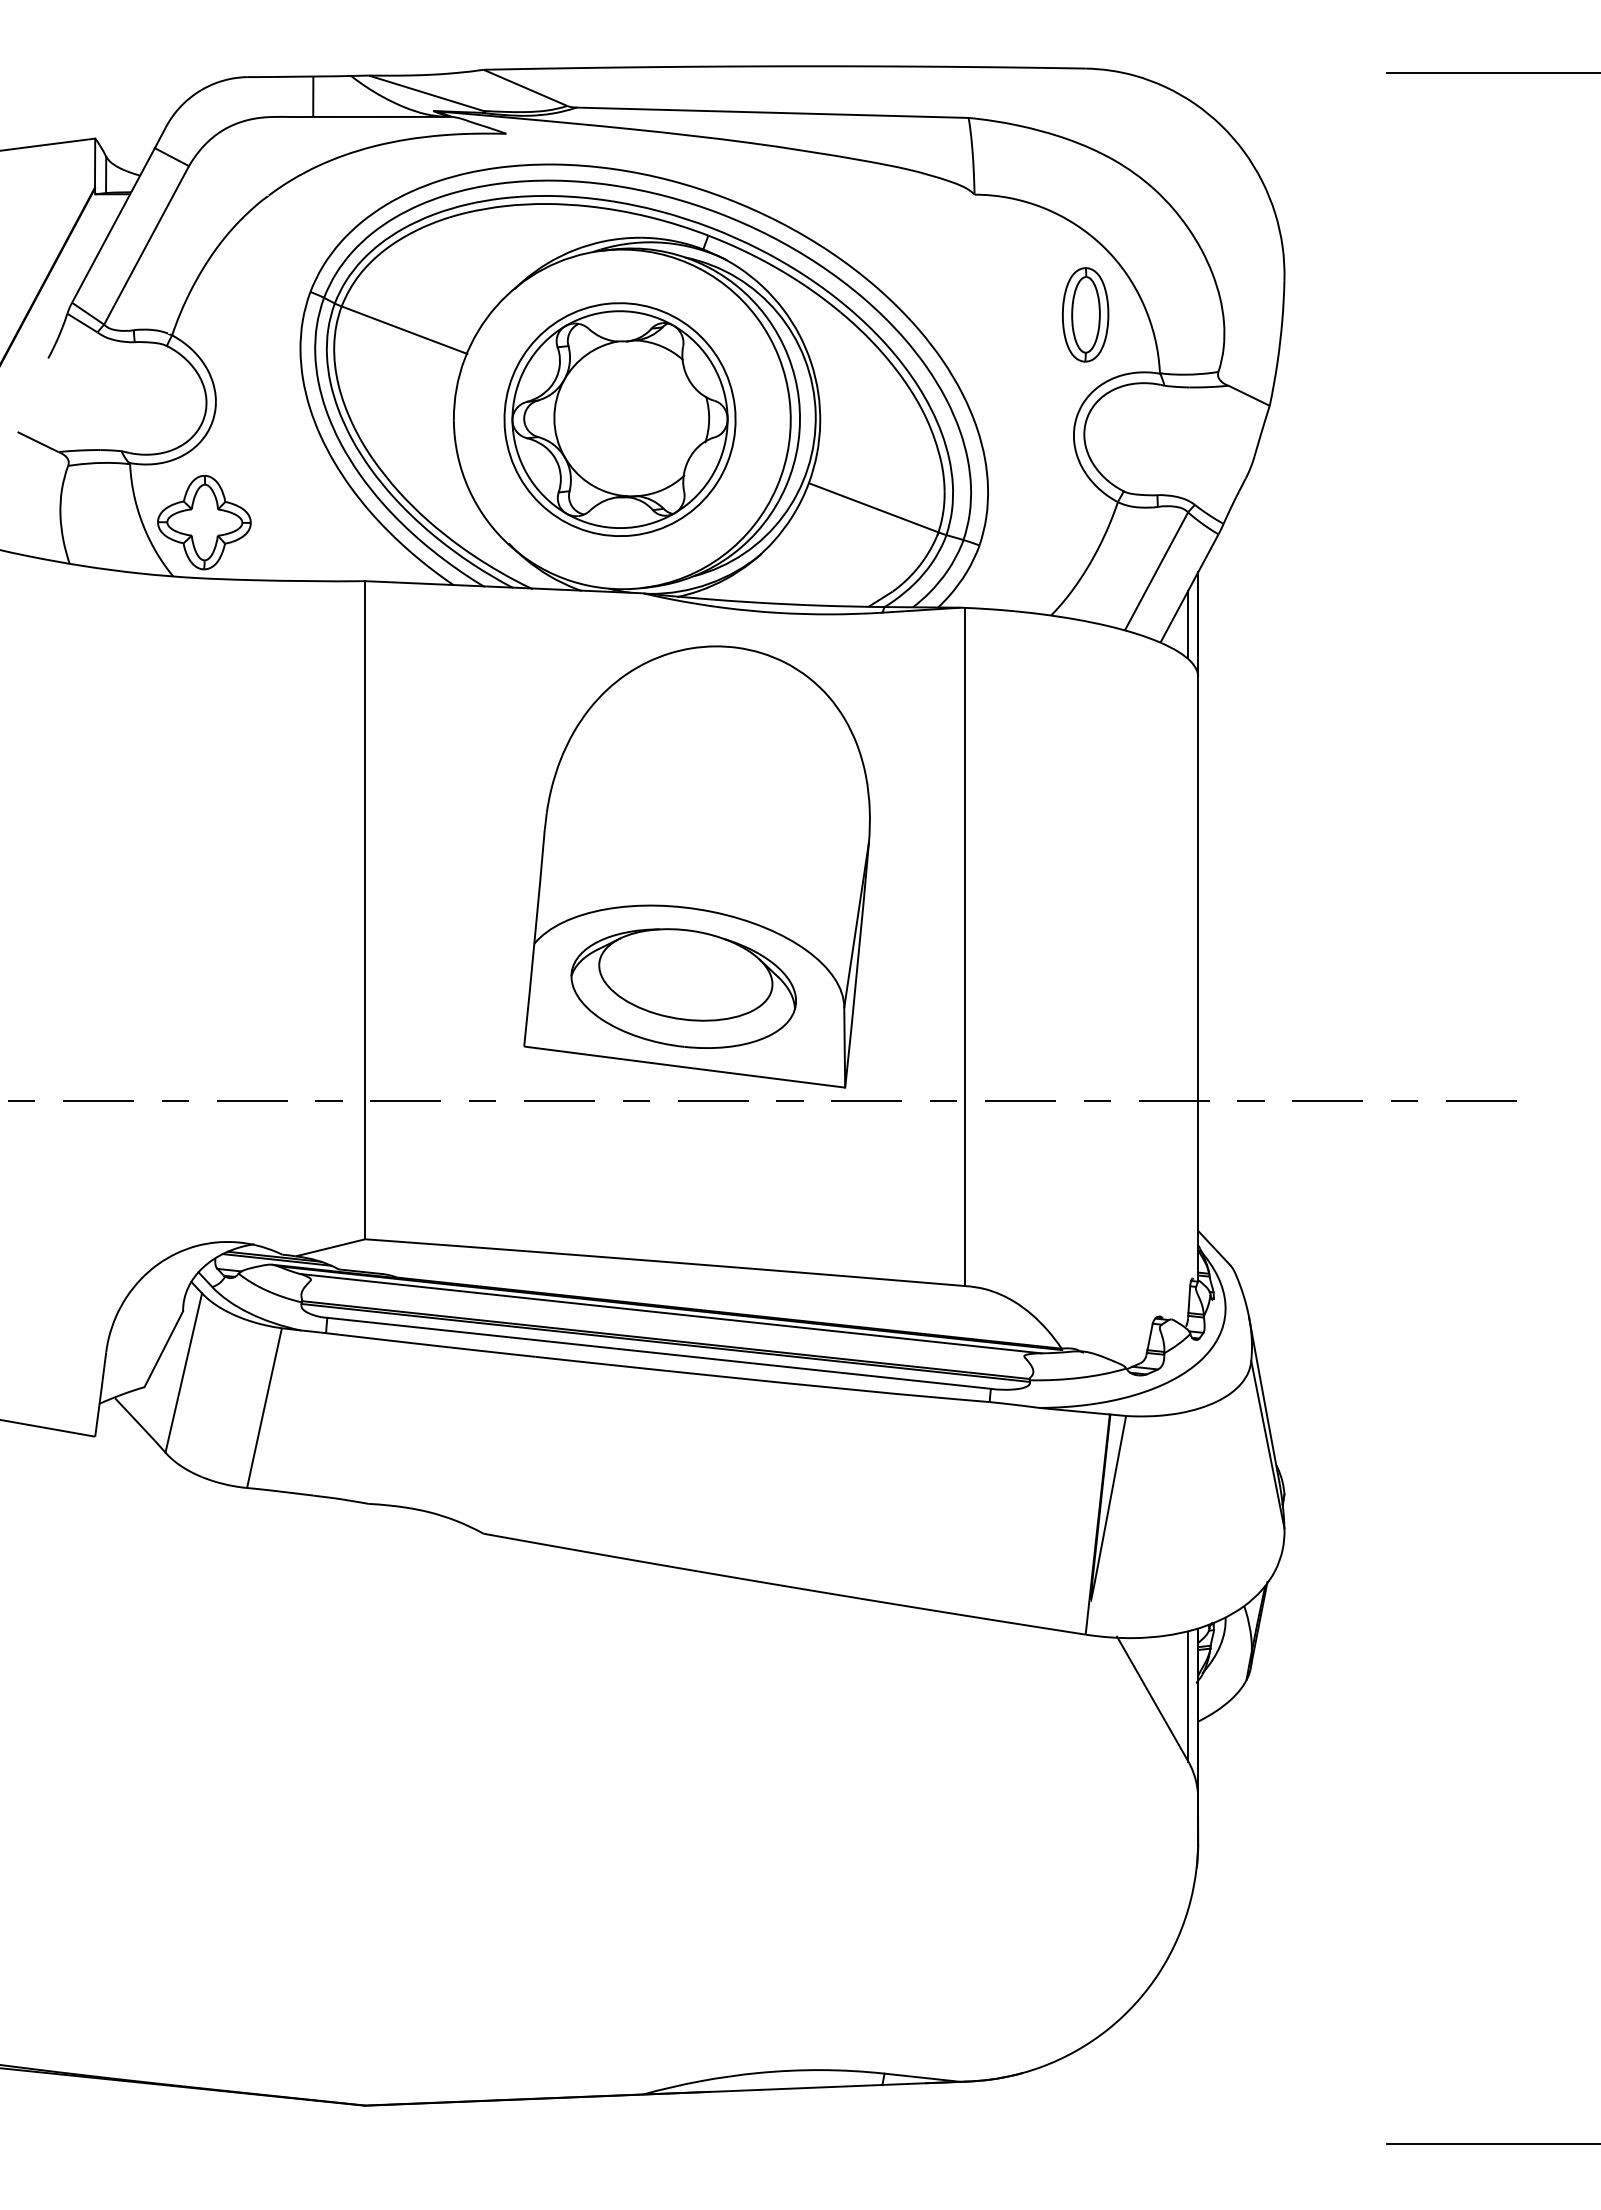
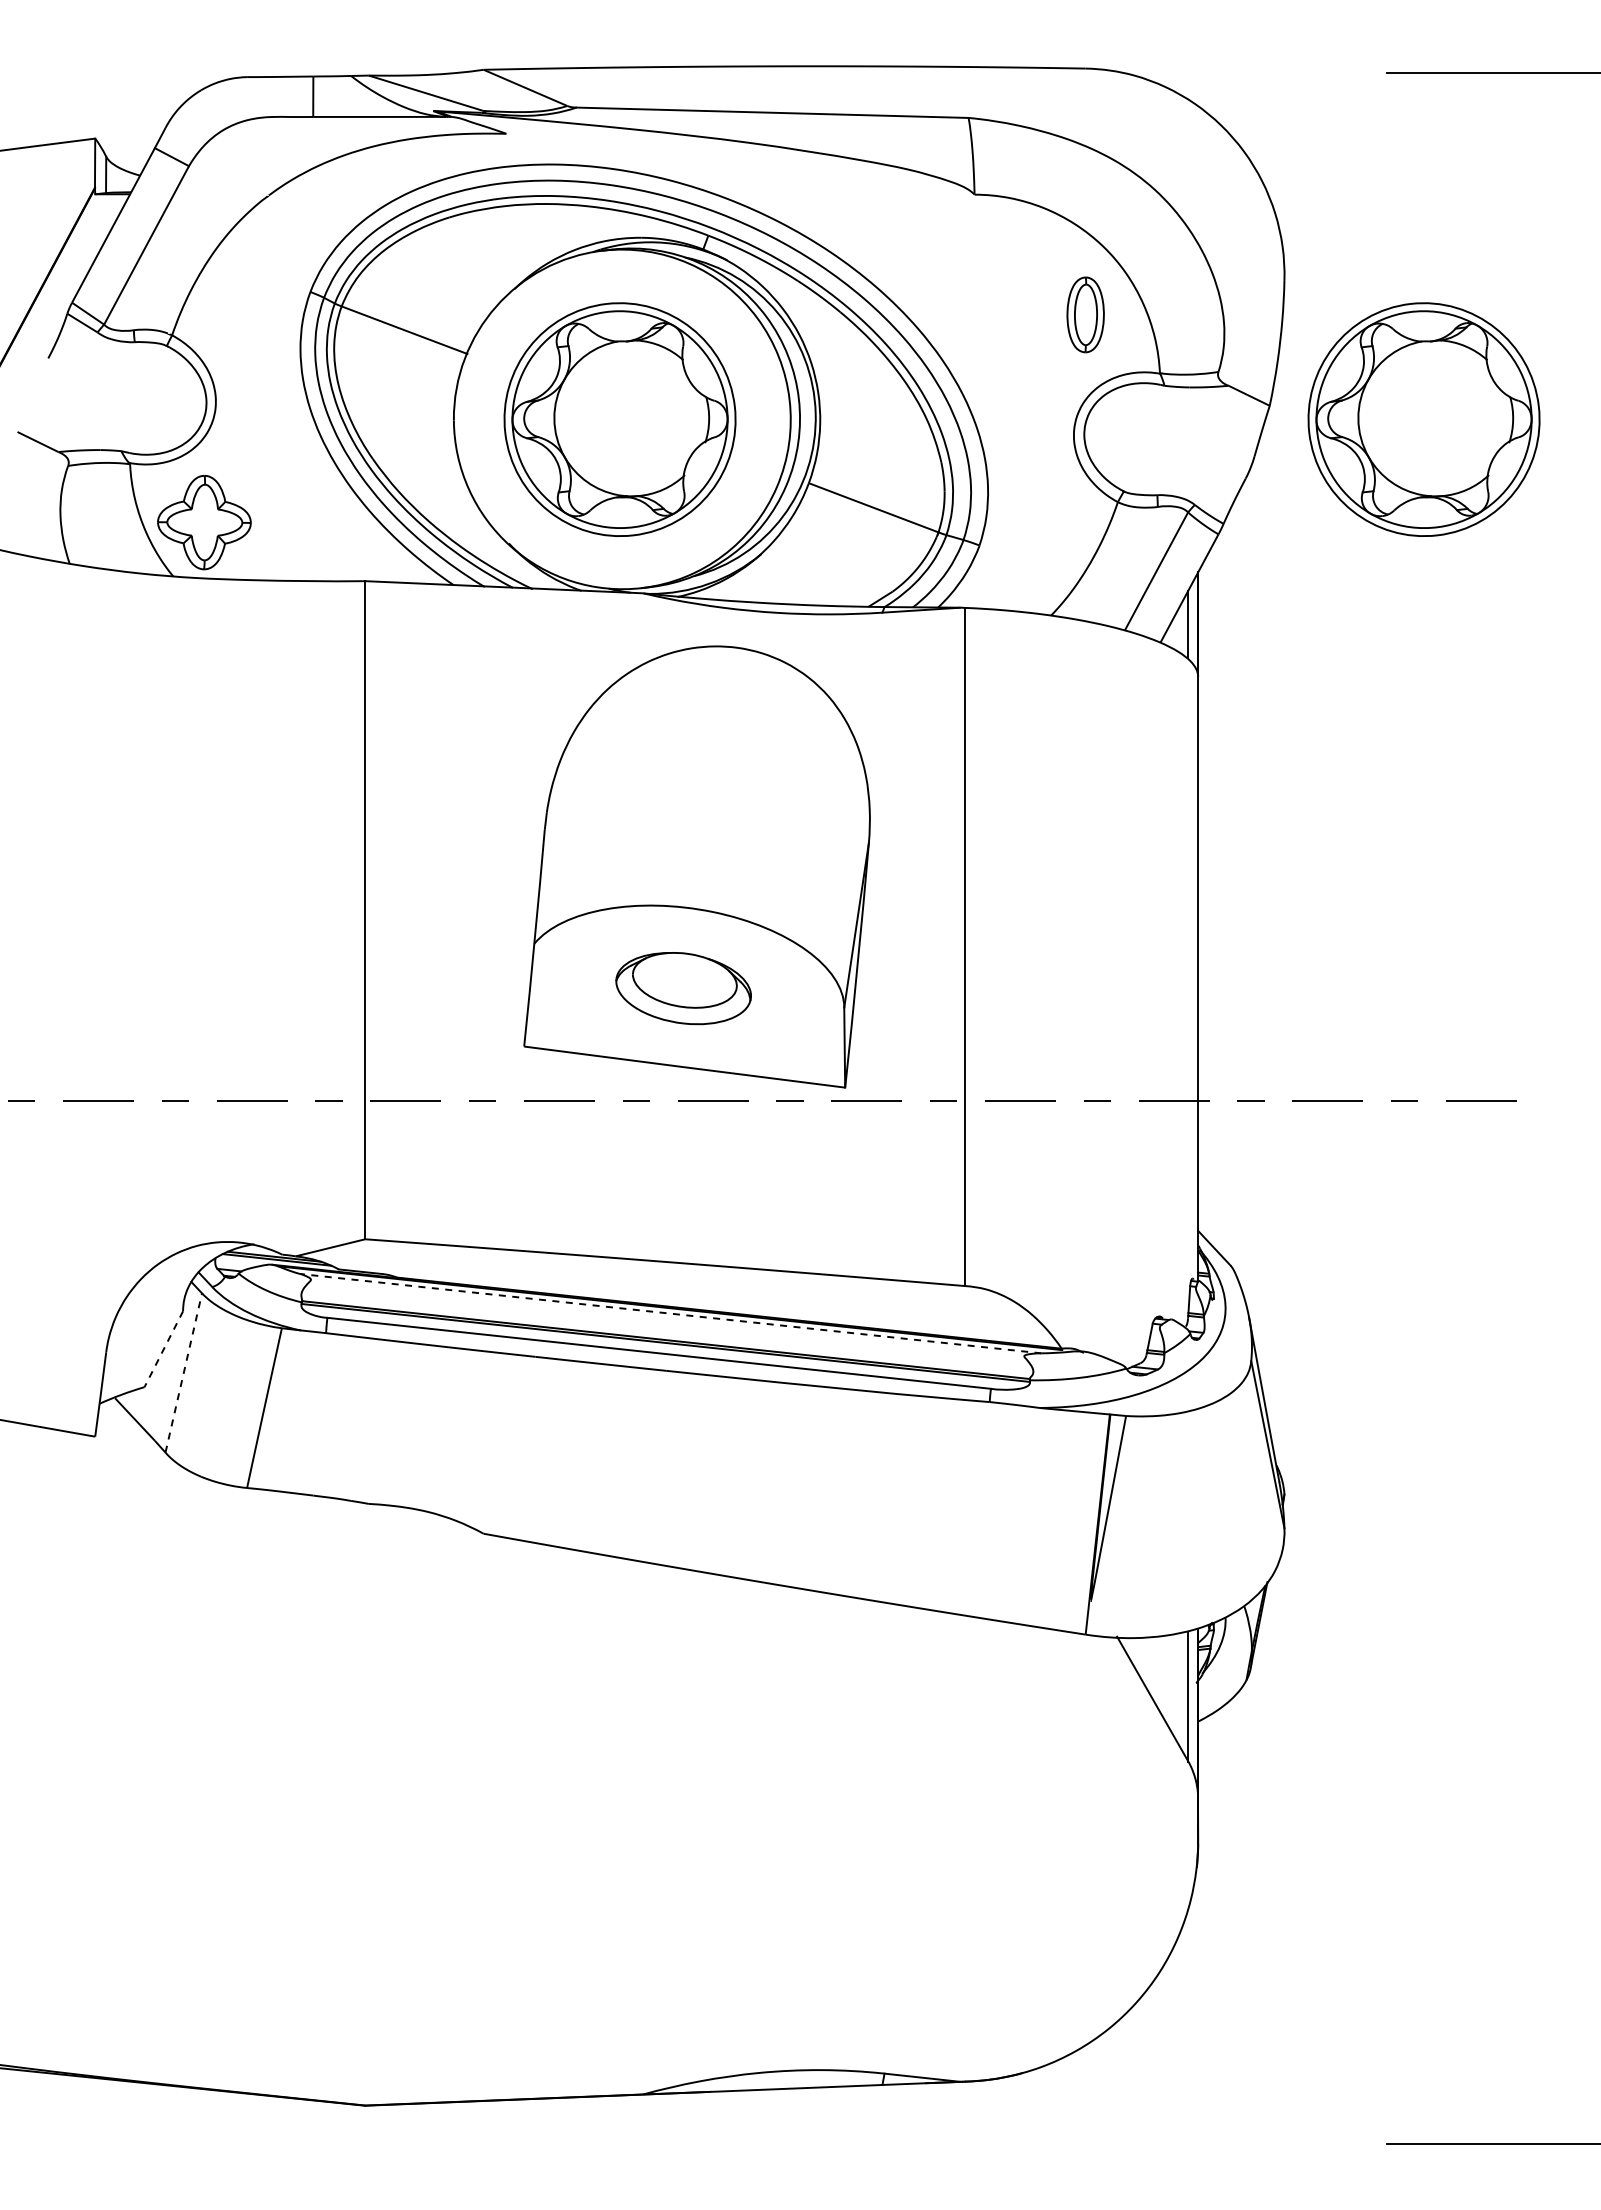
part at (1085, 314) size: 48x96 px -> 39x78 px
part at (1423, 419): none -> present
part at (683, 988) size: 227x121 px -> 137x74 px
line at (670, 1313): solid -> dashed
line at (163, 1349): solid -> dashed
line at (183, 1372): solid -> dashed
